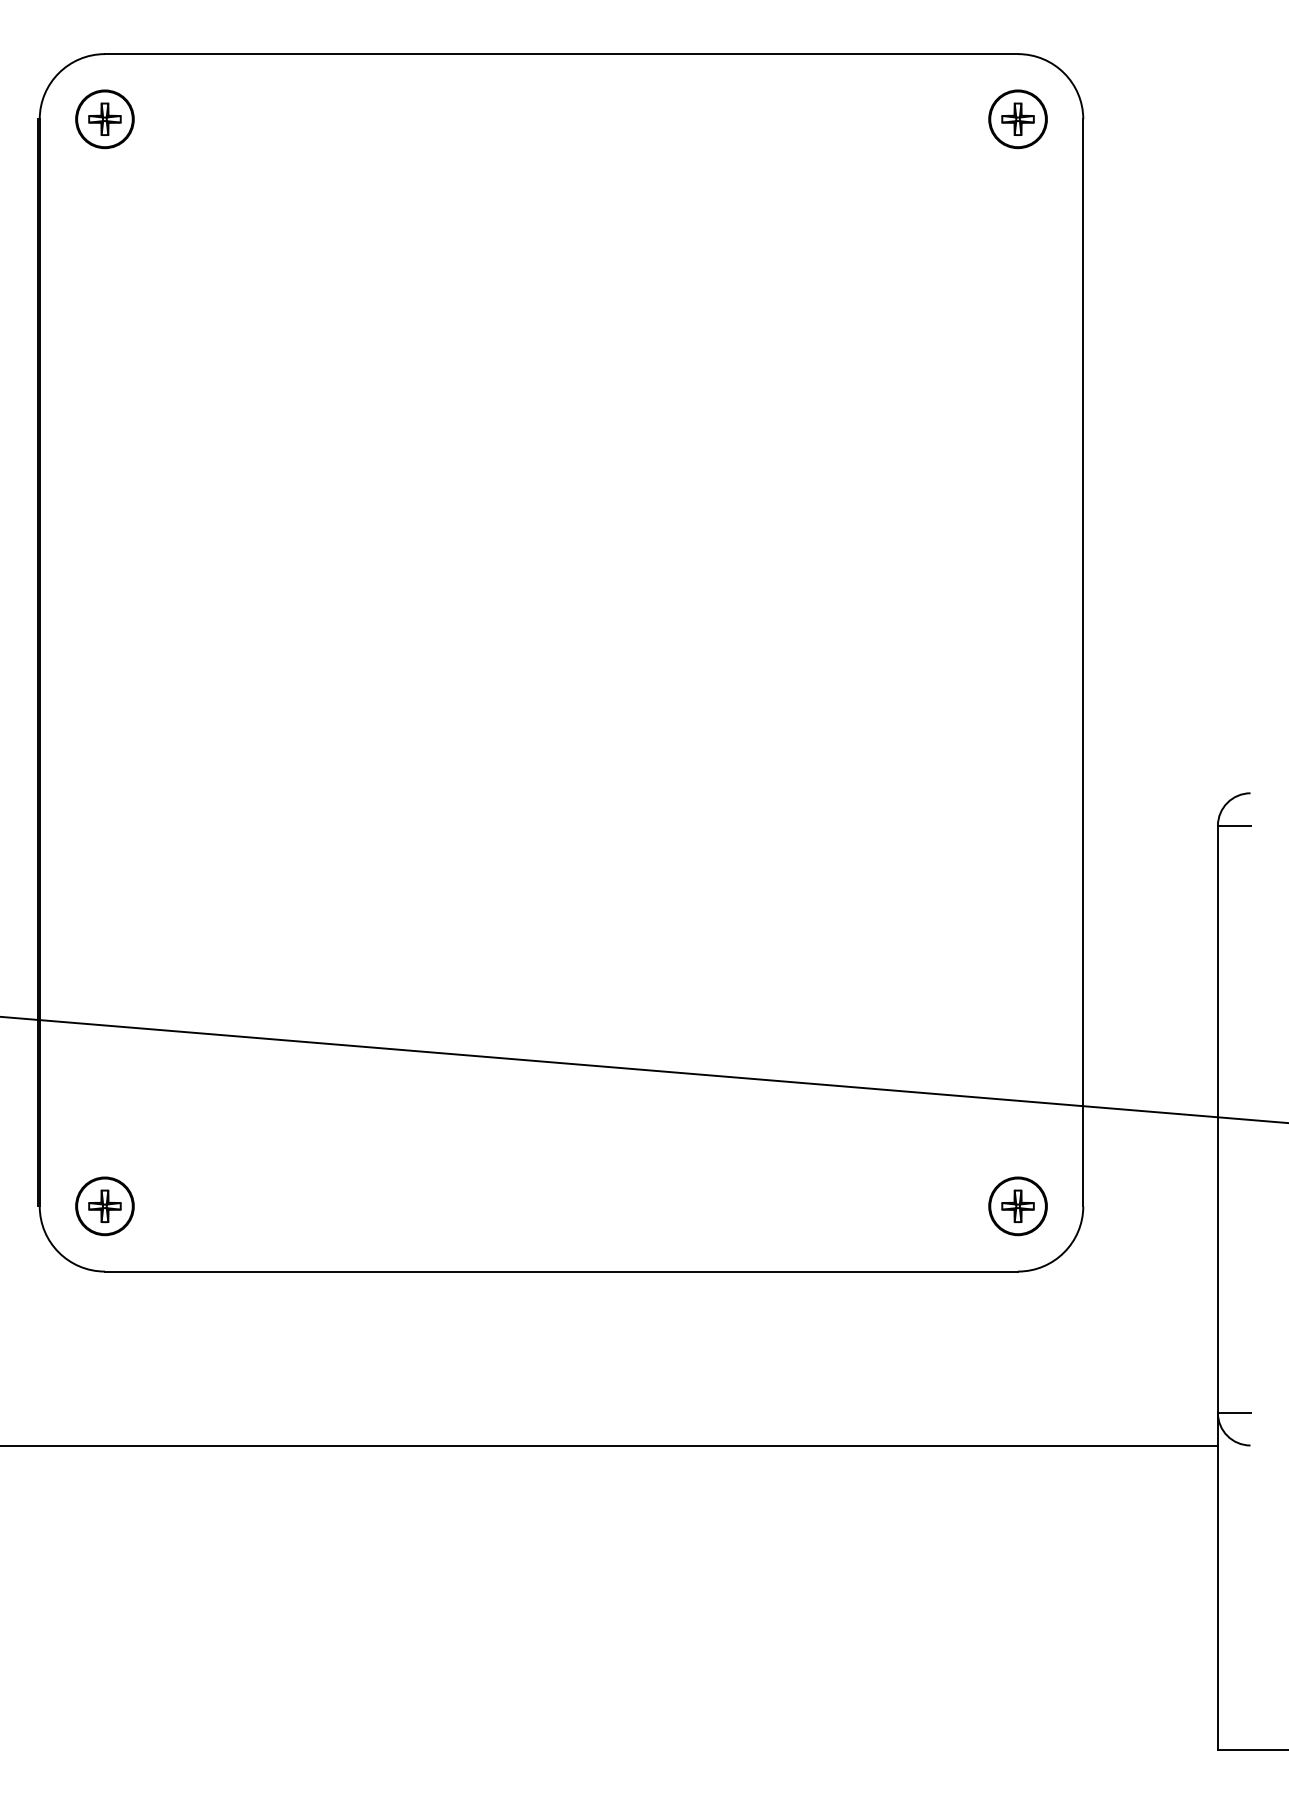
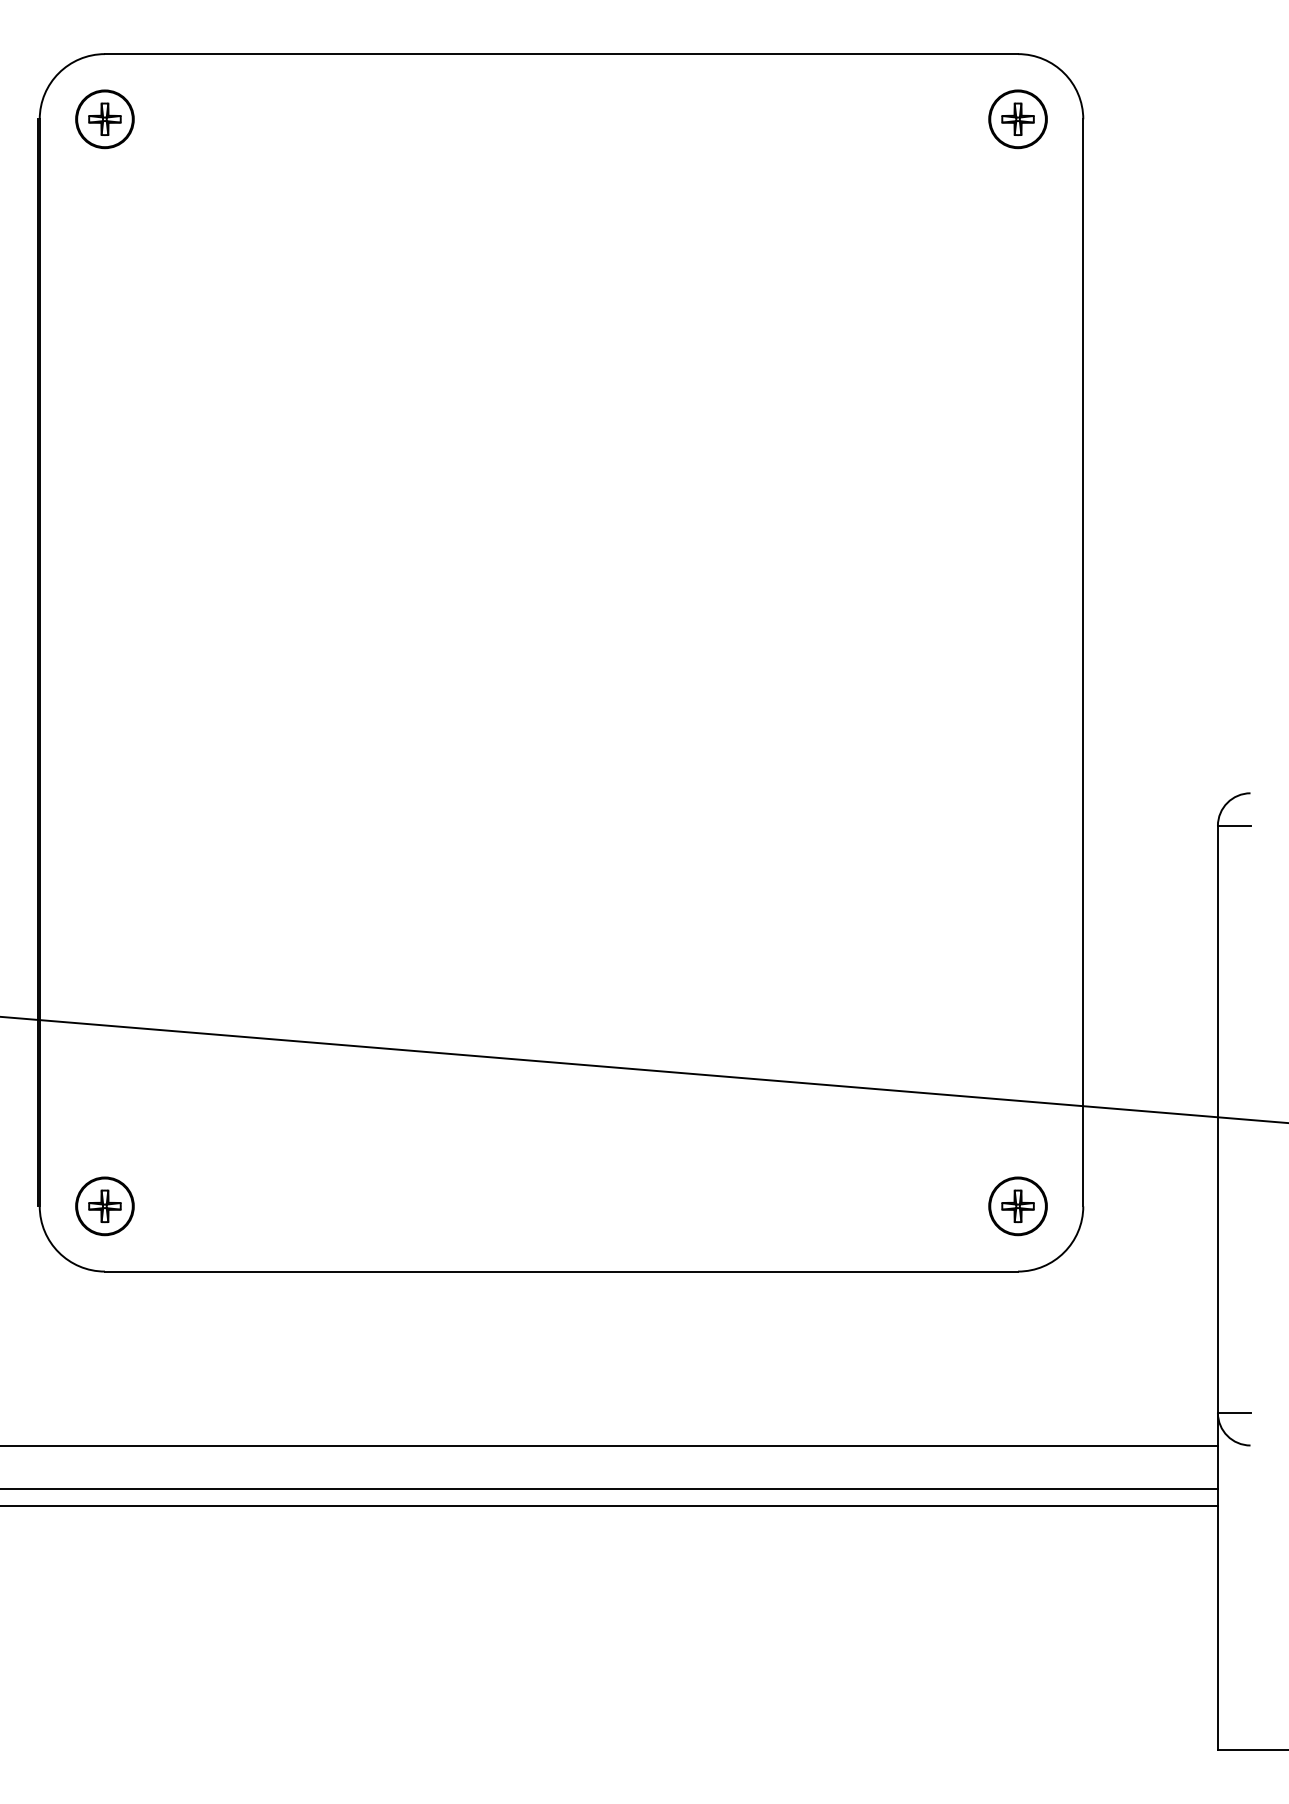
line at (609, 1488): none -> present
line at (609, 1506): none -> present
